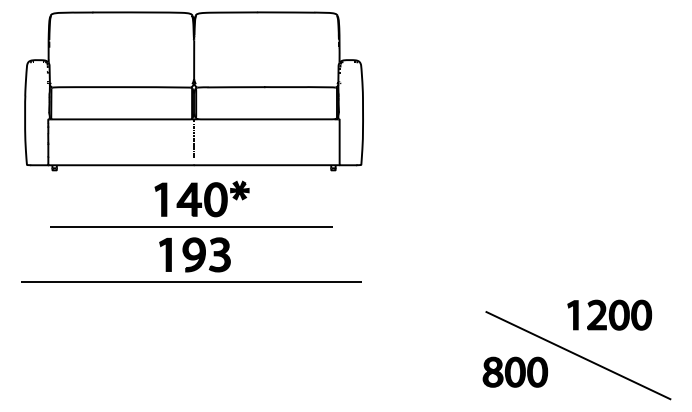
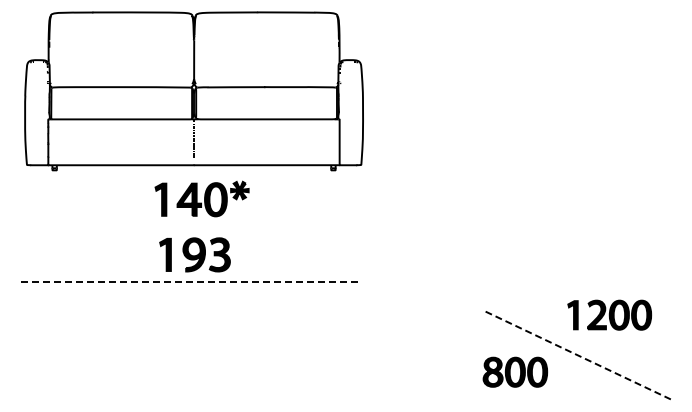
line at (191, 226): present -> none
line at (191, 282): solid -> dashed
line at (578, 355): solid -> dashed
